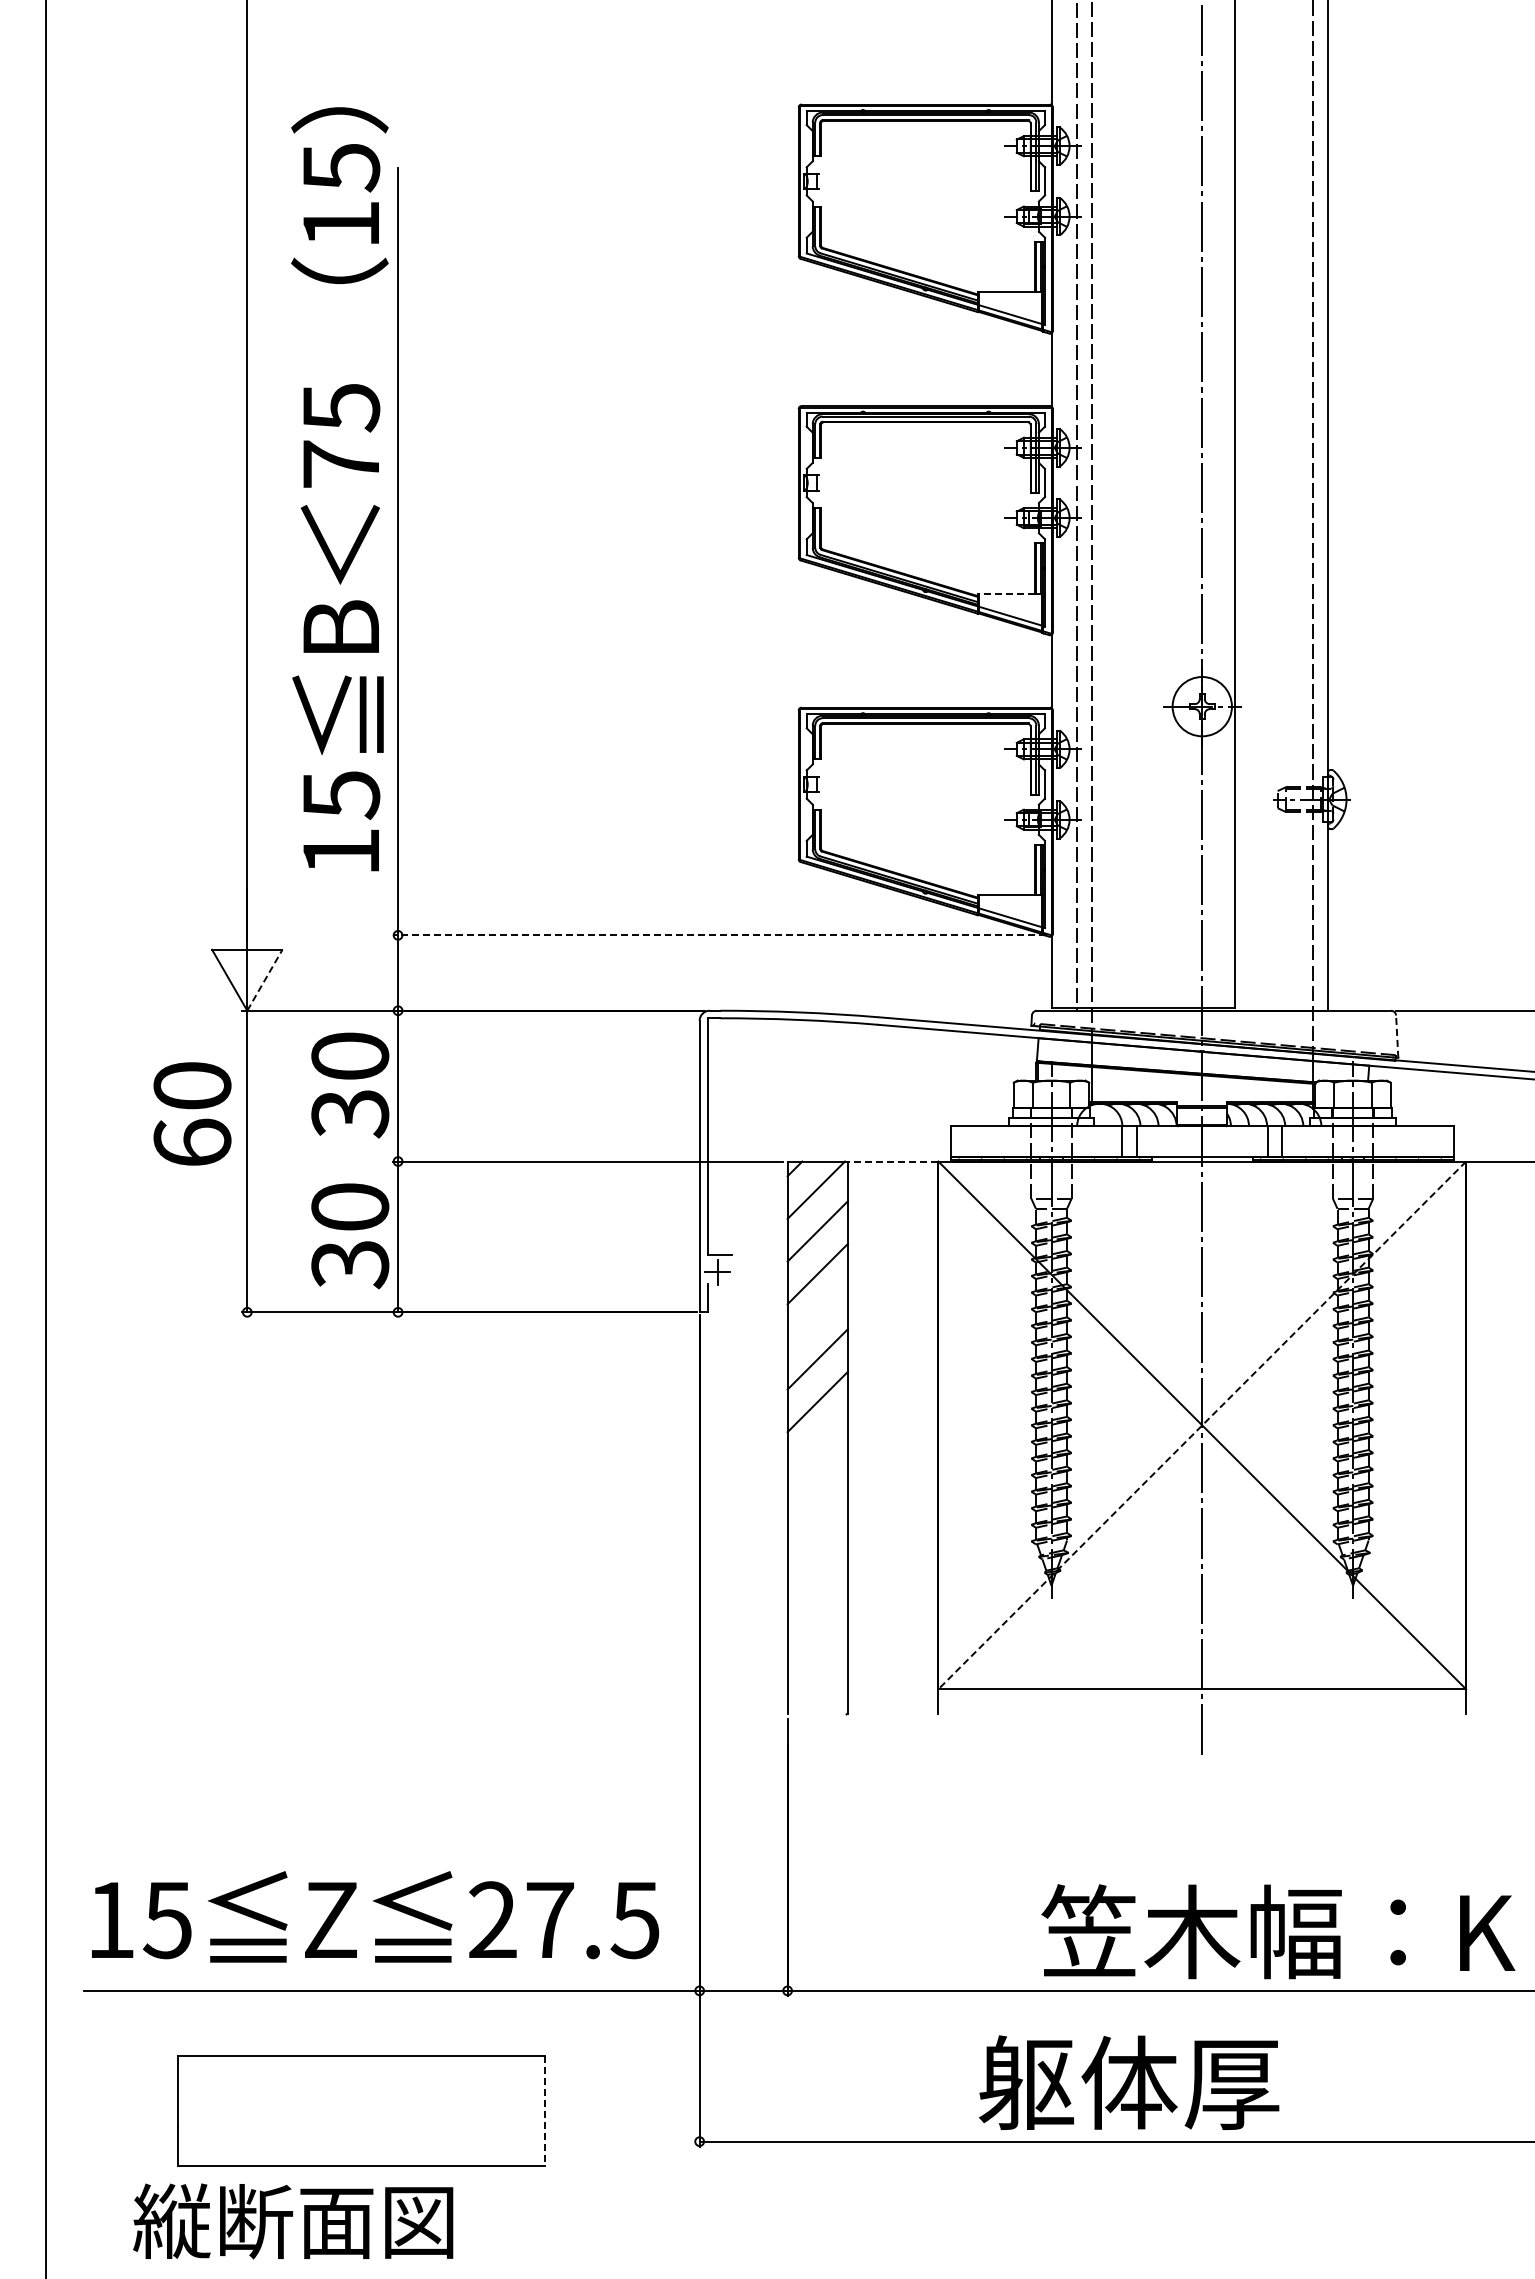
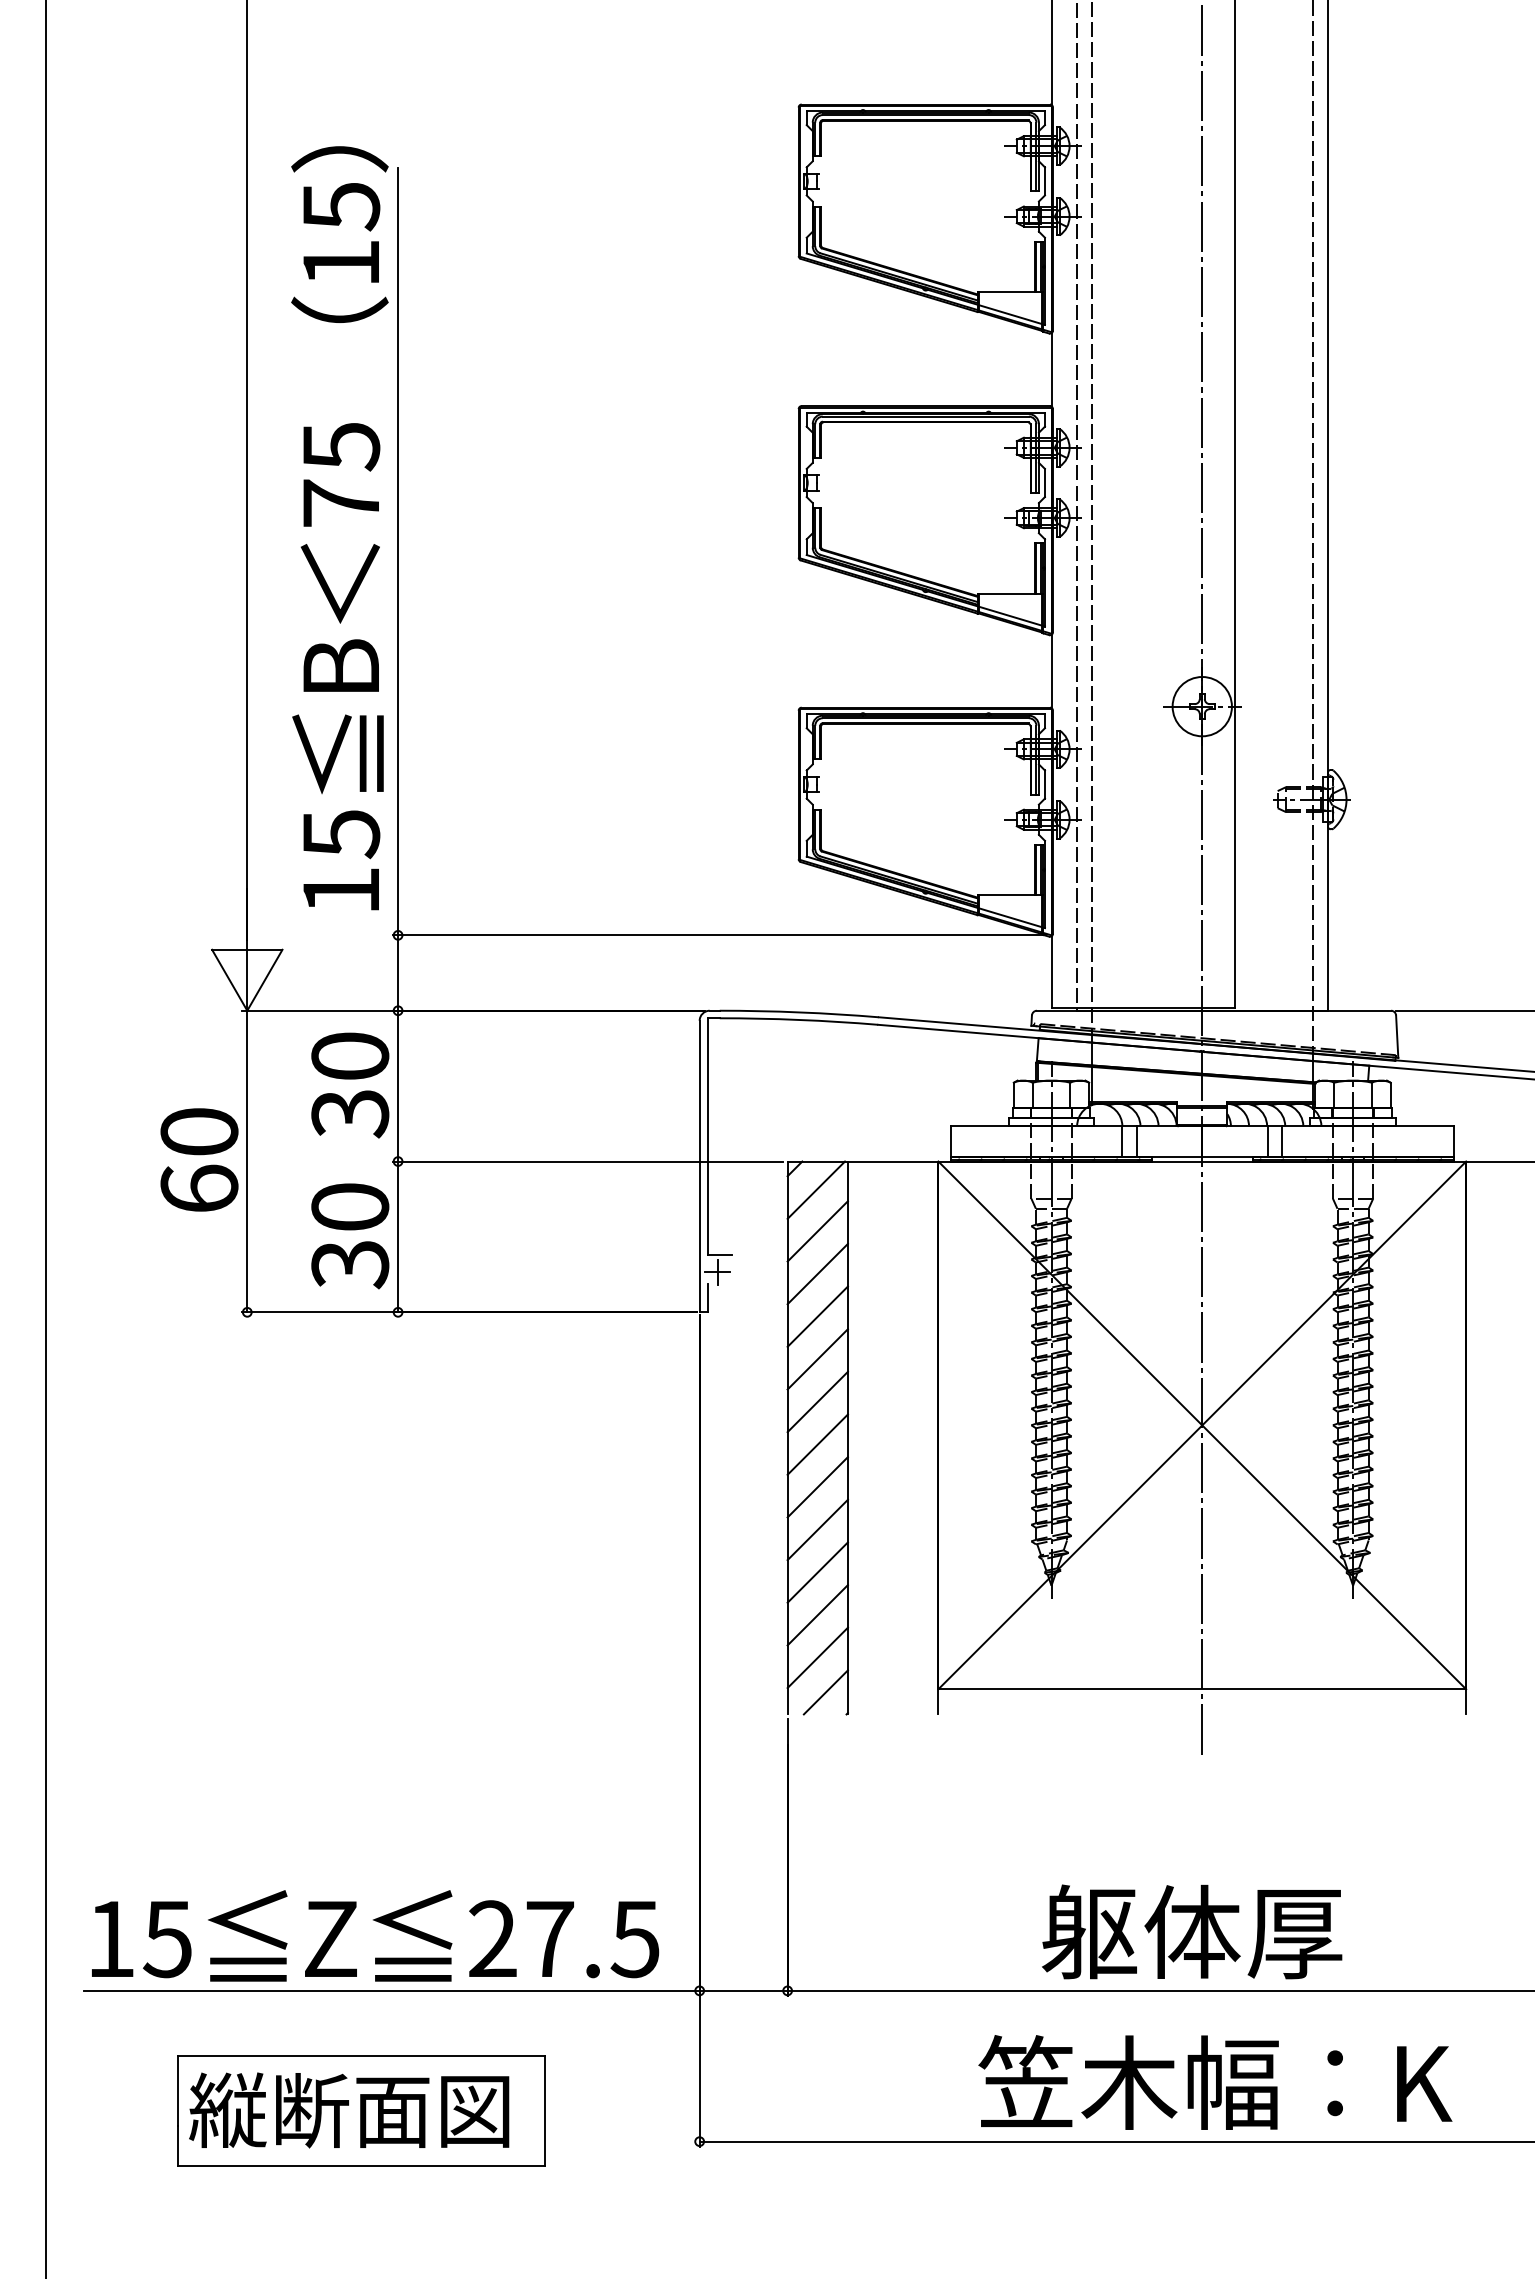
text at (339, 489) position: (339, 489) -> (339, 528)
line at (1006, 593): dashed -> solid
line at (719, 935): dashed -> solid
line at (265, 979): dashed -> solid
line at (1397, 1036): dashed -> solid
text at (192, 1113) position: (192, 1113) -> (199, 1159)
line at (892, 1161): dashed -> solid
line at (817, 1316): none -> present
line at (1201, 1425): dashed -> solid
line at (817, 1444): none -> present
line at (817, 1487): none -> present
line at (817, 1529): none -> present
line at (817, 1572): none -> present
line at (817, 1615): none -> present
line at (817, 1657): none -> present
line at (825, 1692): none -> present
text at (375, 1916) position: (375, 1916) -> (375, 1935)
text at (1278, 1931): 笠木幅：K -> 躯体厚
text at (1215, 2082): 躯体厚 -> 笠木幅：K
line at (545, 2111): dashed -> solid
text at (293, 2221) position: (293, 2221) -> (349, 2110)
